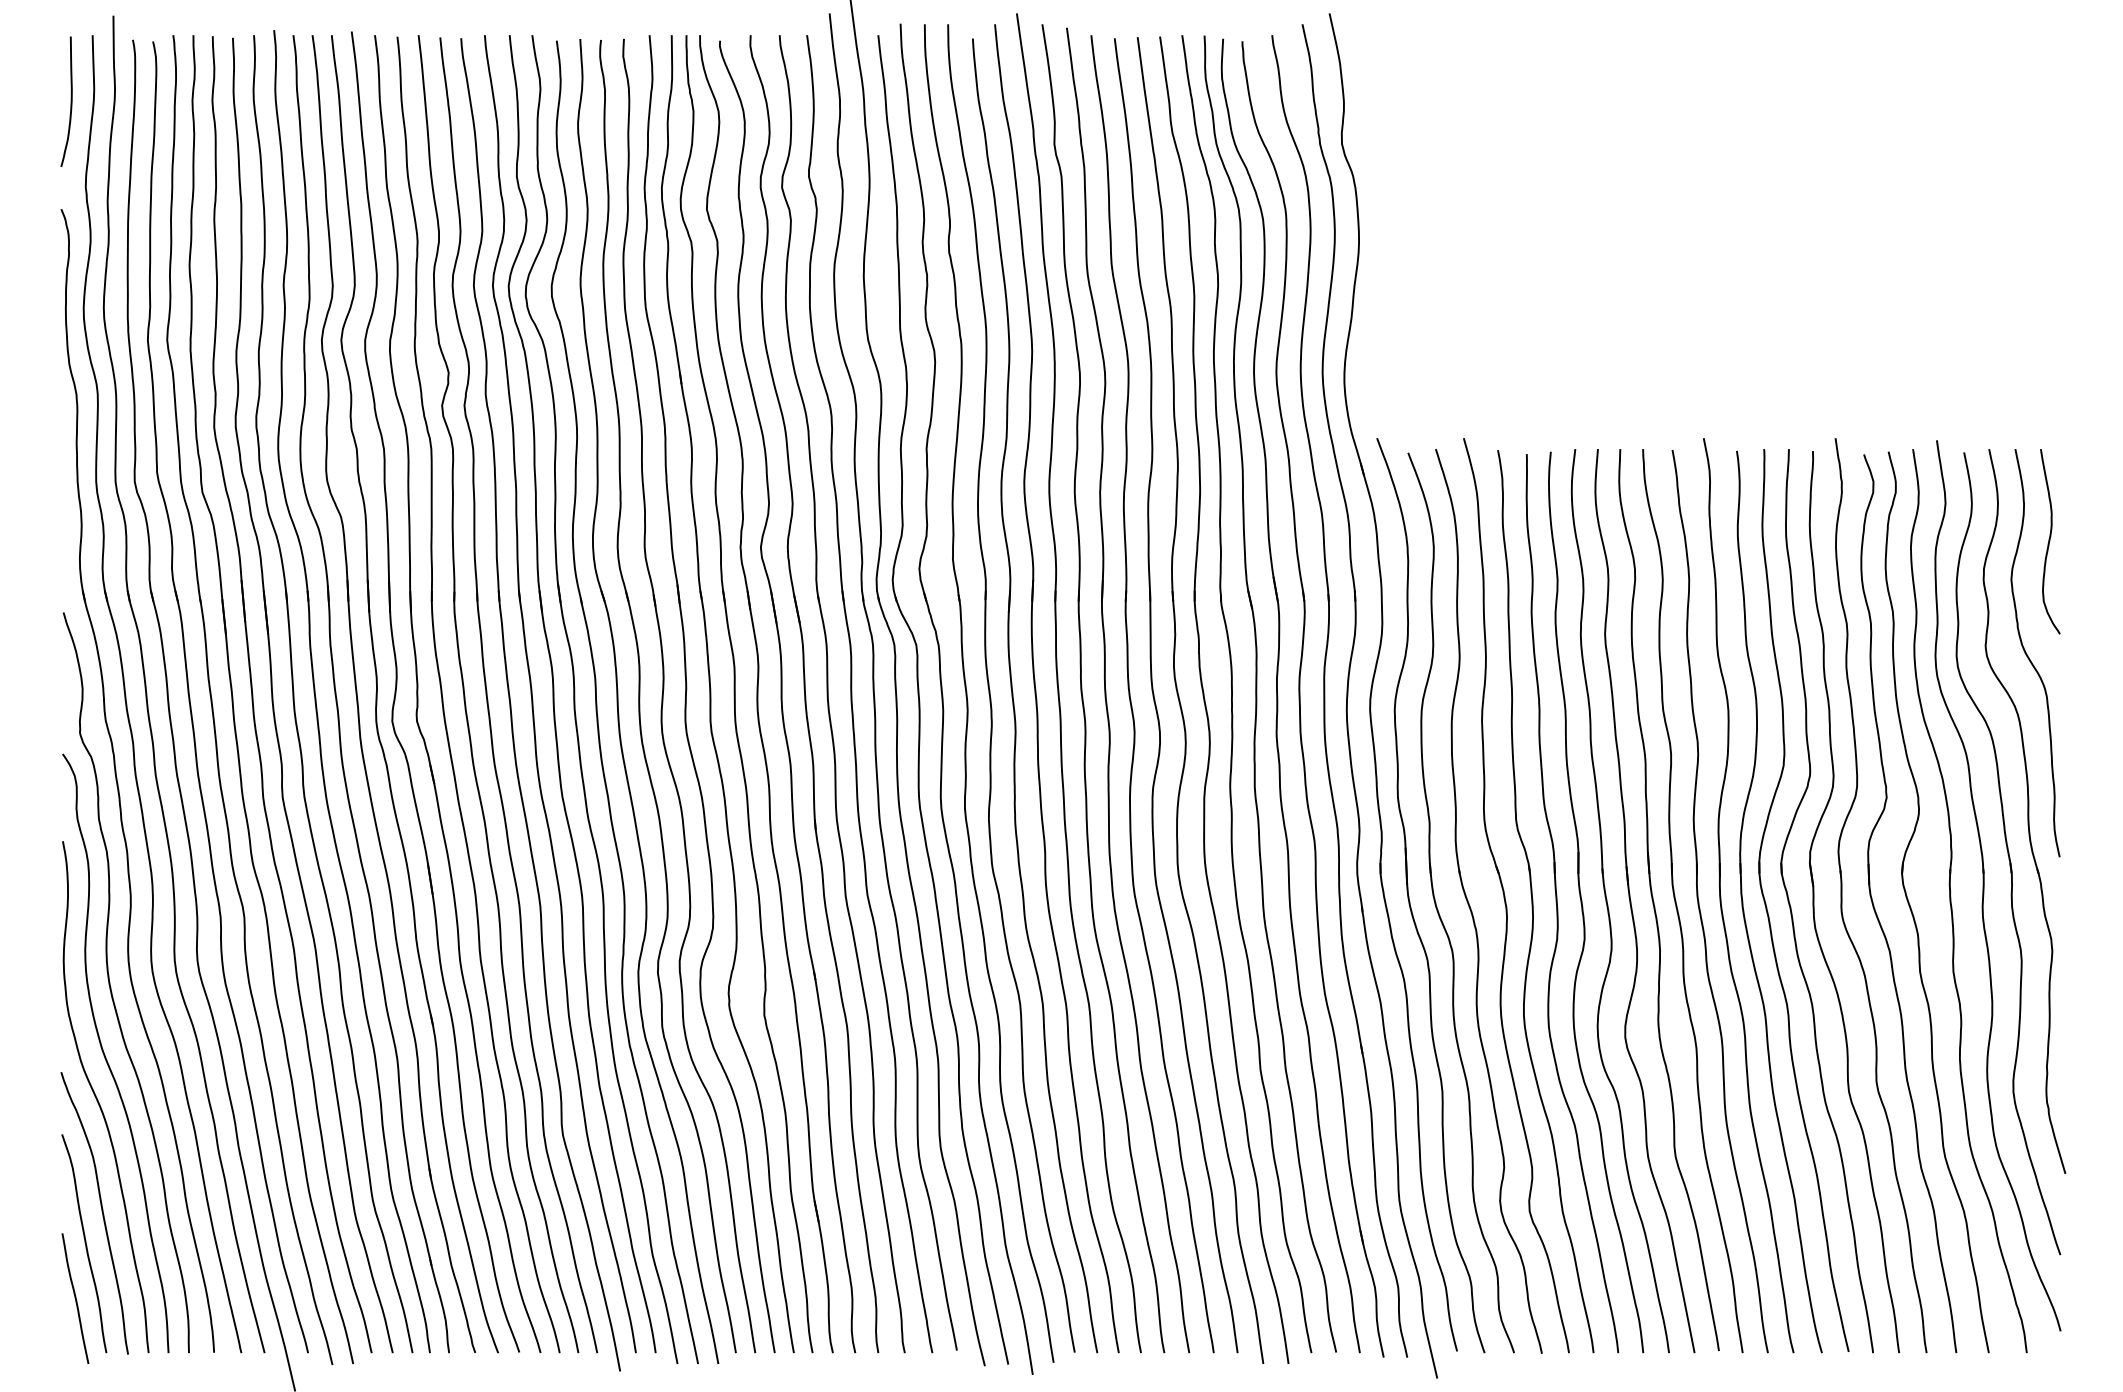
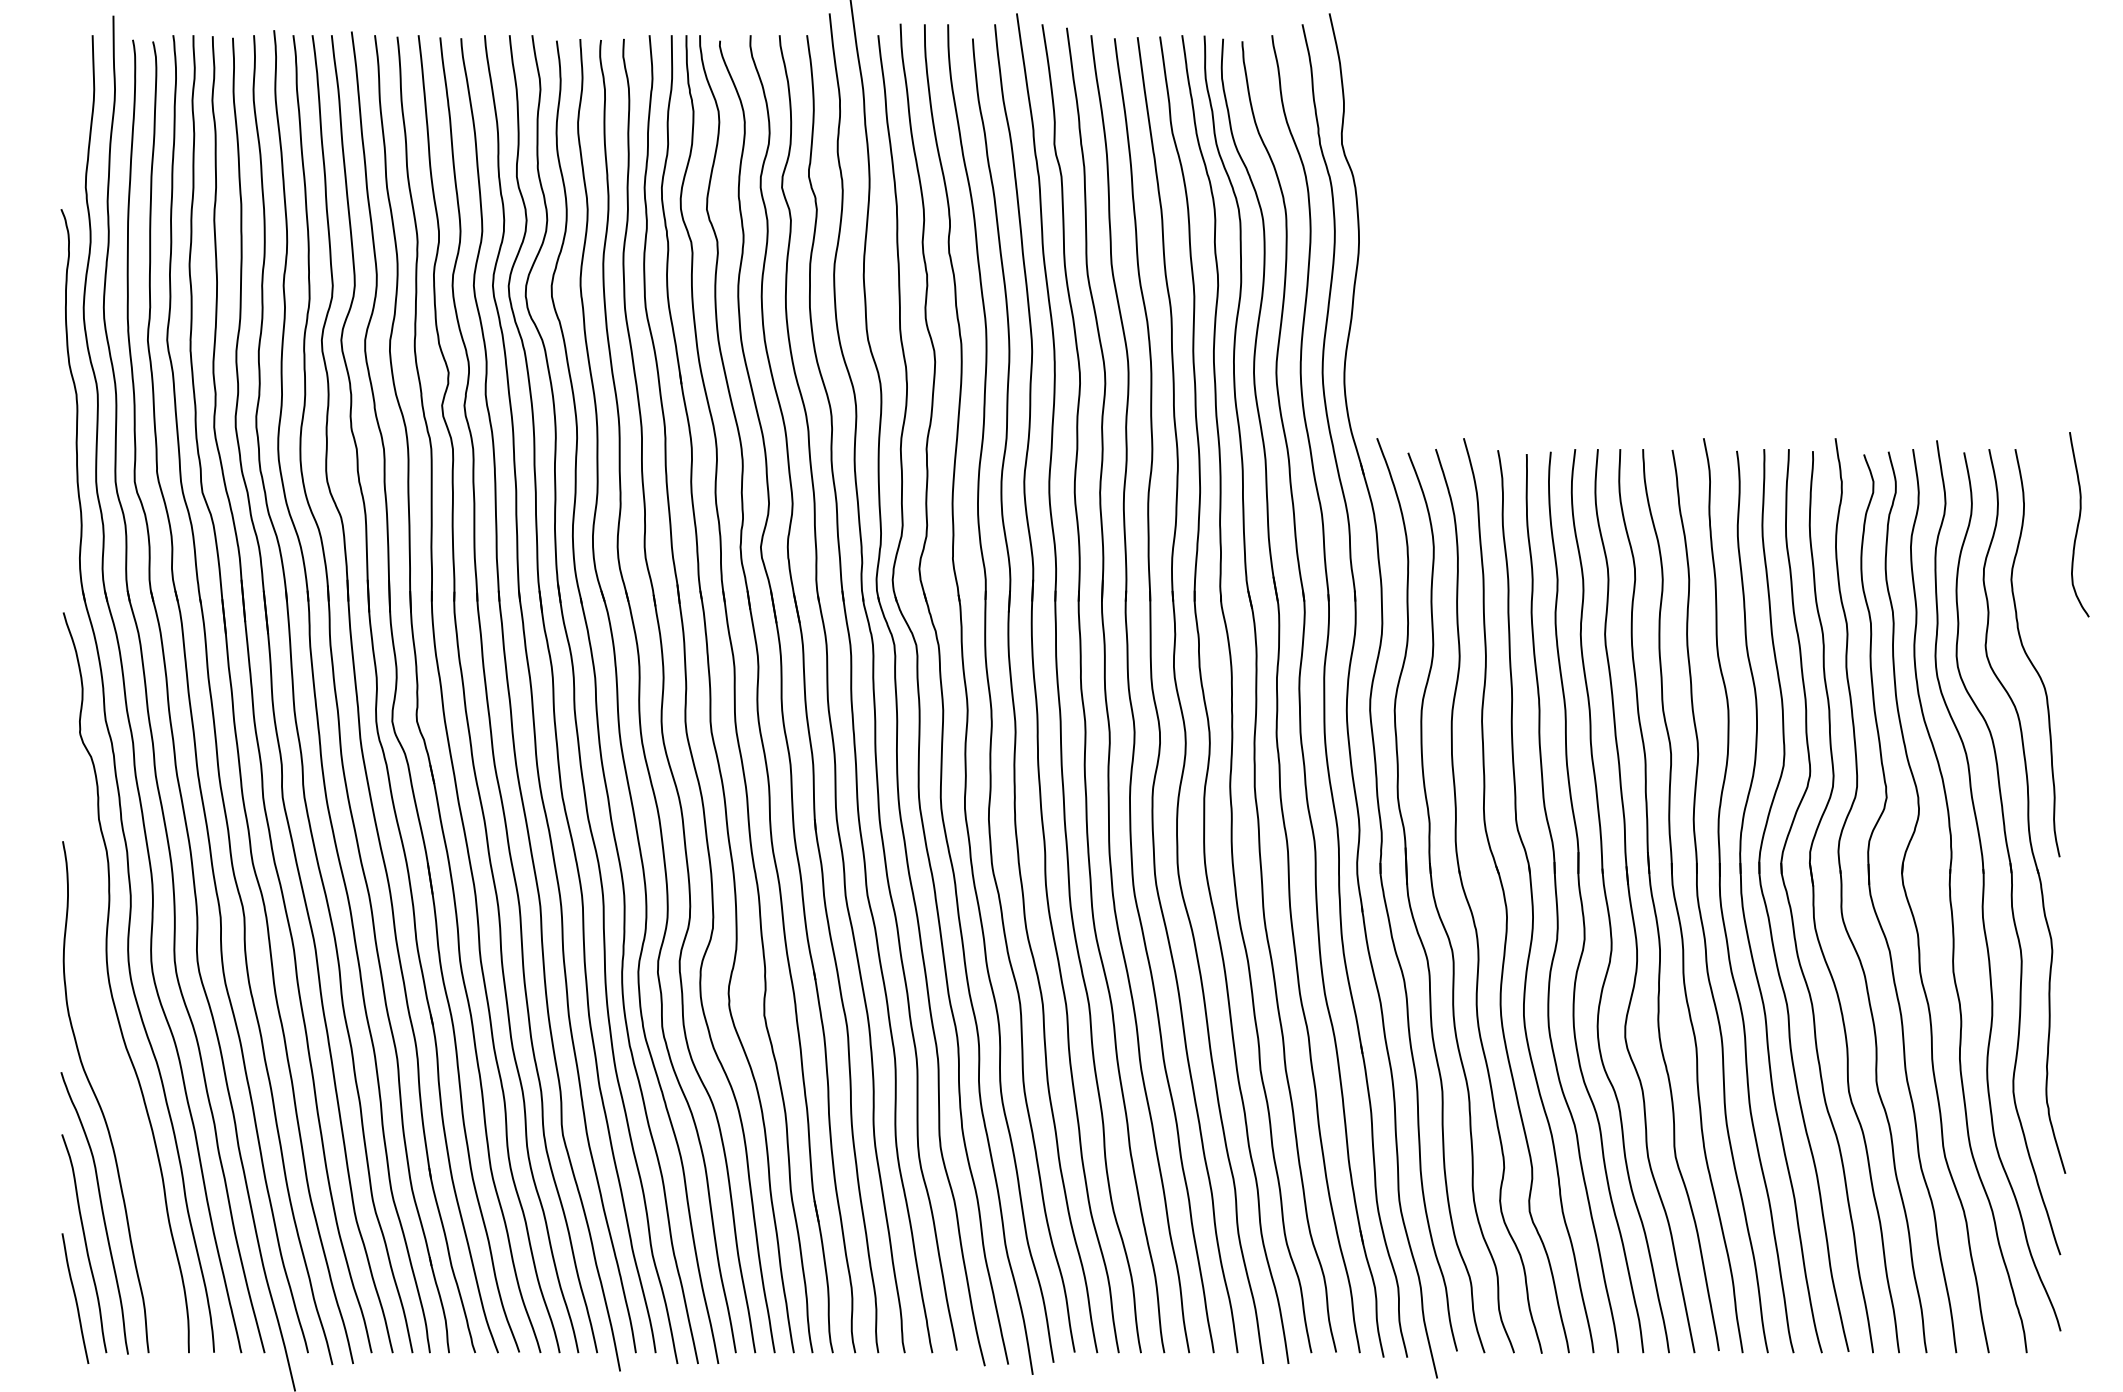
curve at (70, 101): present -> none
curve at (2050, 541) position: (2050, 541) -> (2079, 524)
curve at (106, 1057): present -> none
